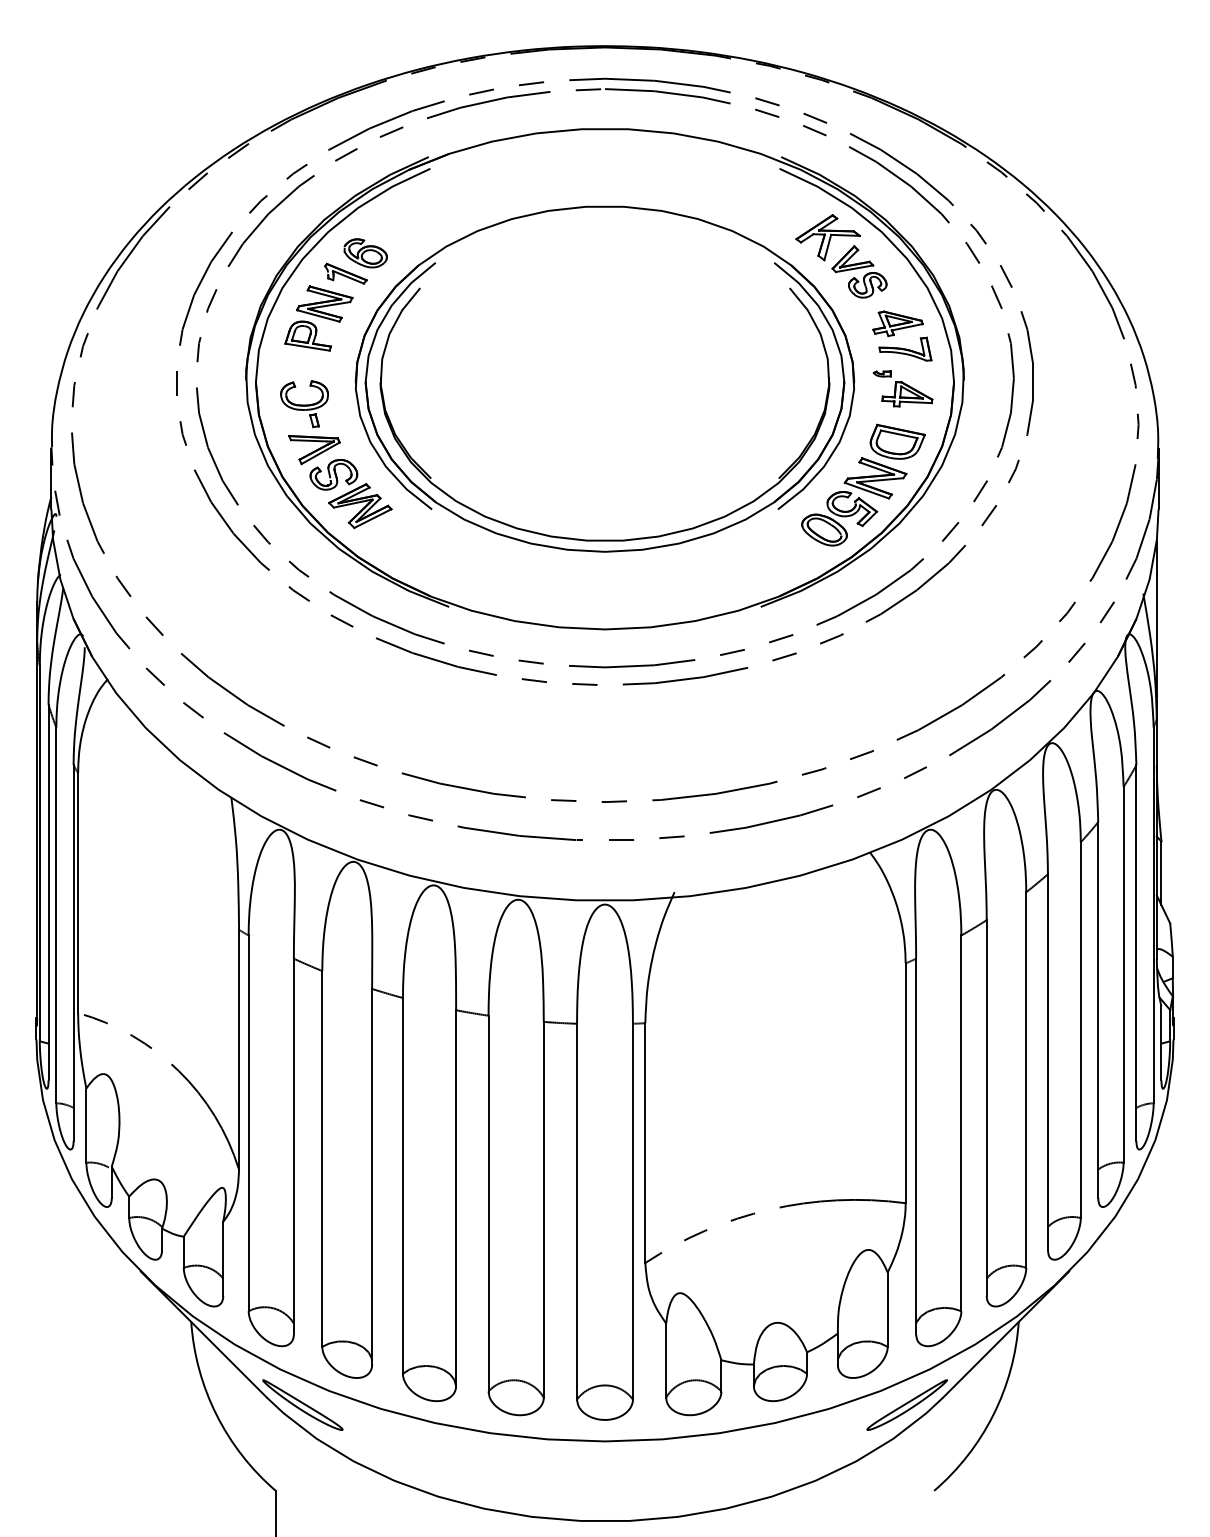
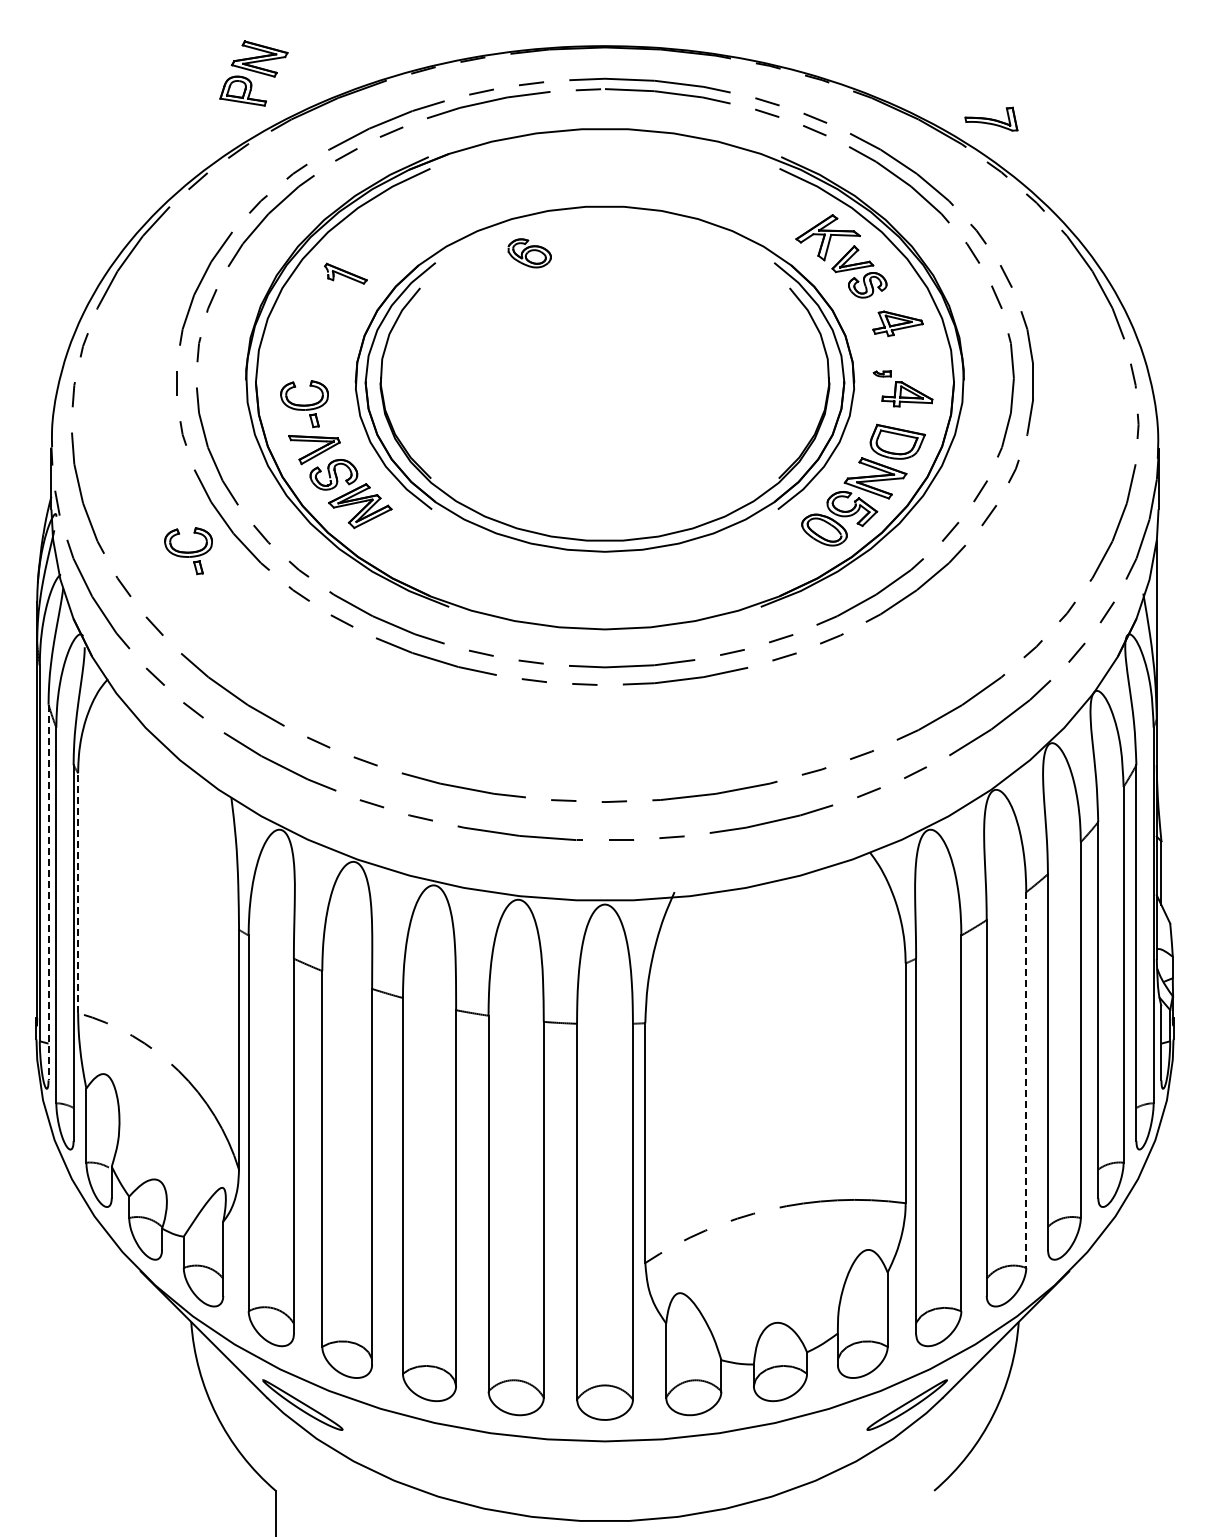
part at (365, 253) position: (365, 253) -> (529, 253)
part at (318, 318) position: (318, 318) -> (253, 73)
part at (905, 348) position: (905, 348) -> (991, 118)
part at (188, 551): none -> present
line at (48, 892): solid -> dashed
line at (78, 893): solid -> dashed
line at (1026, 1080): solid -> dashed
